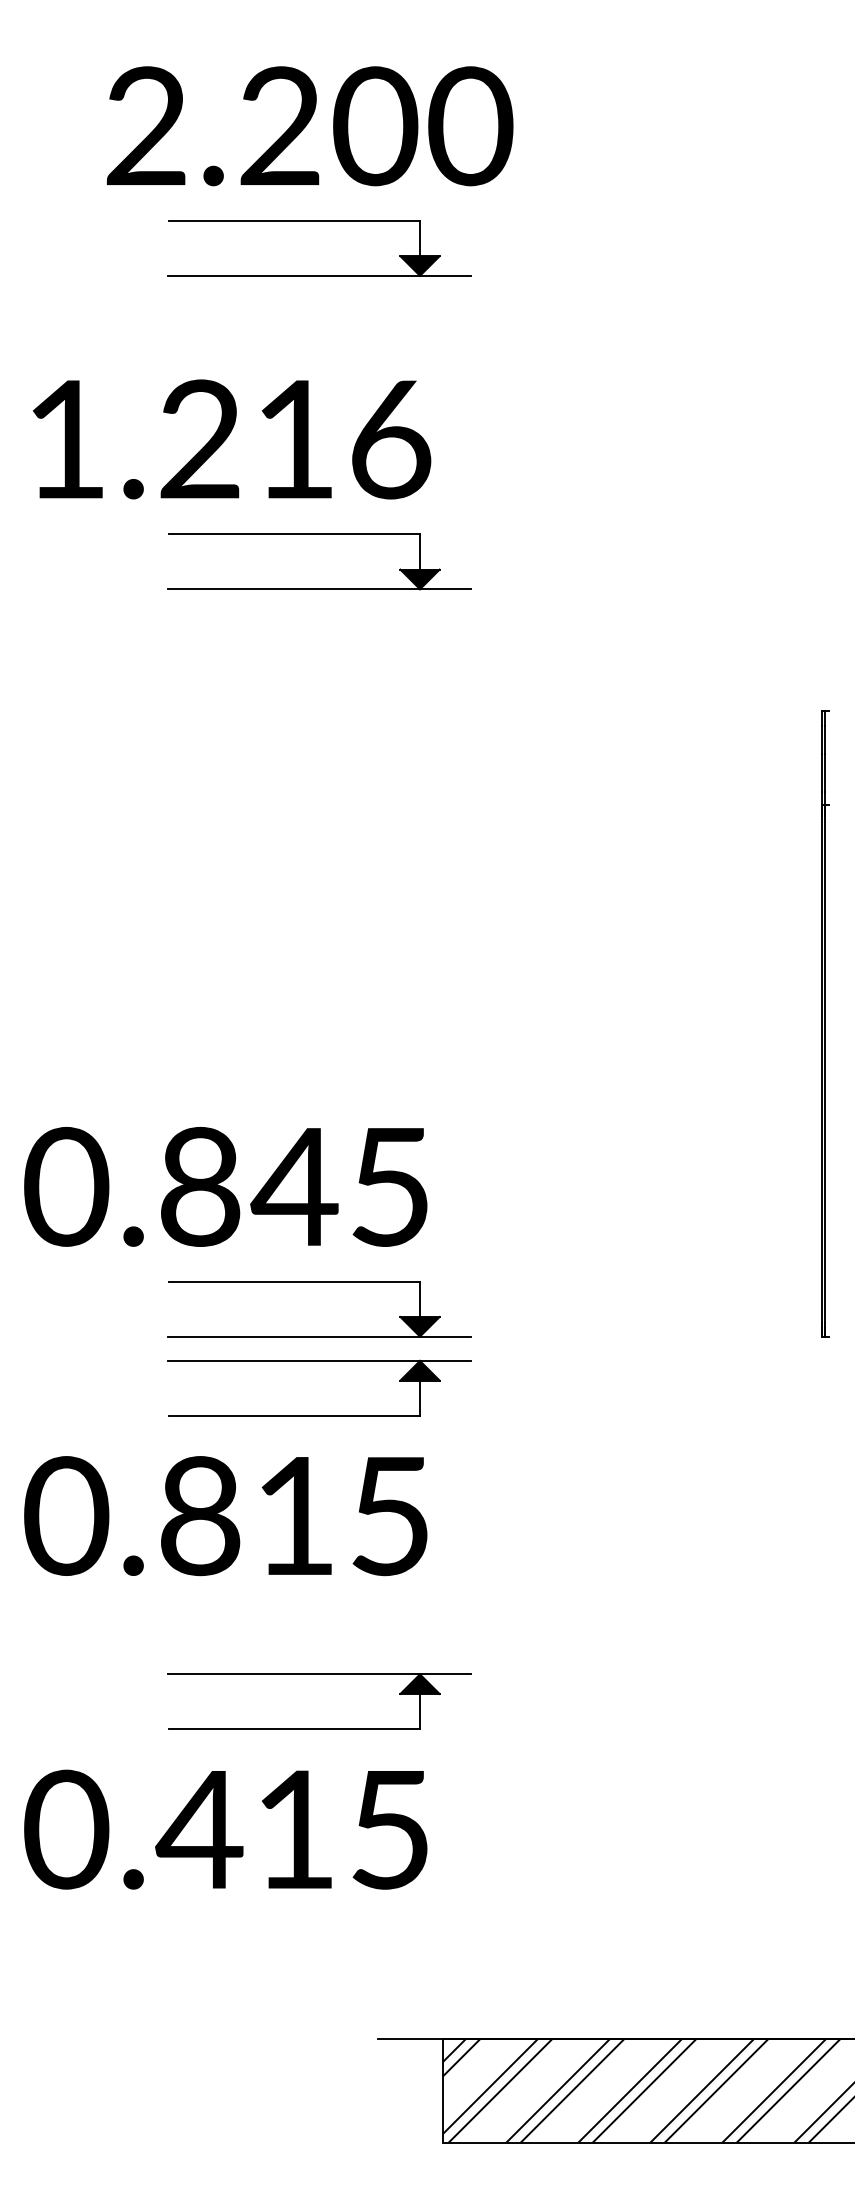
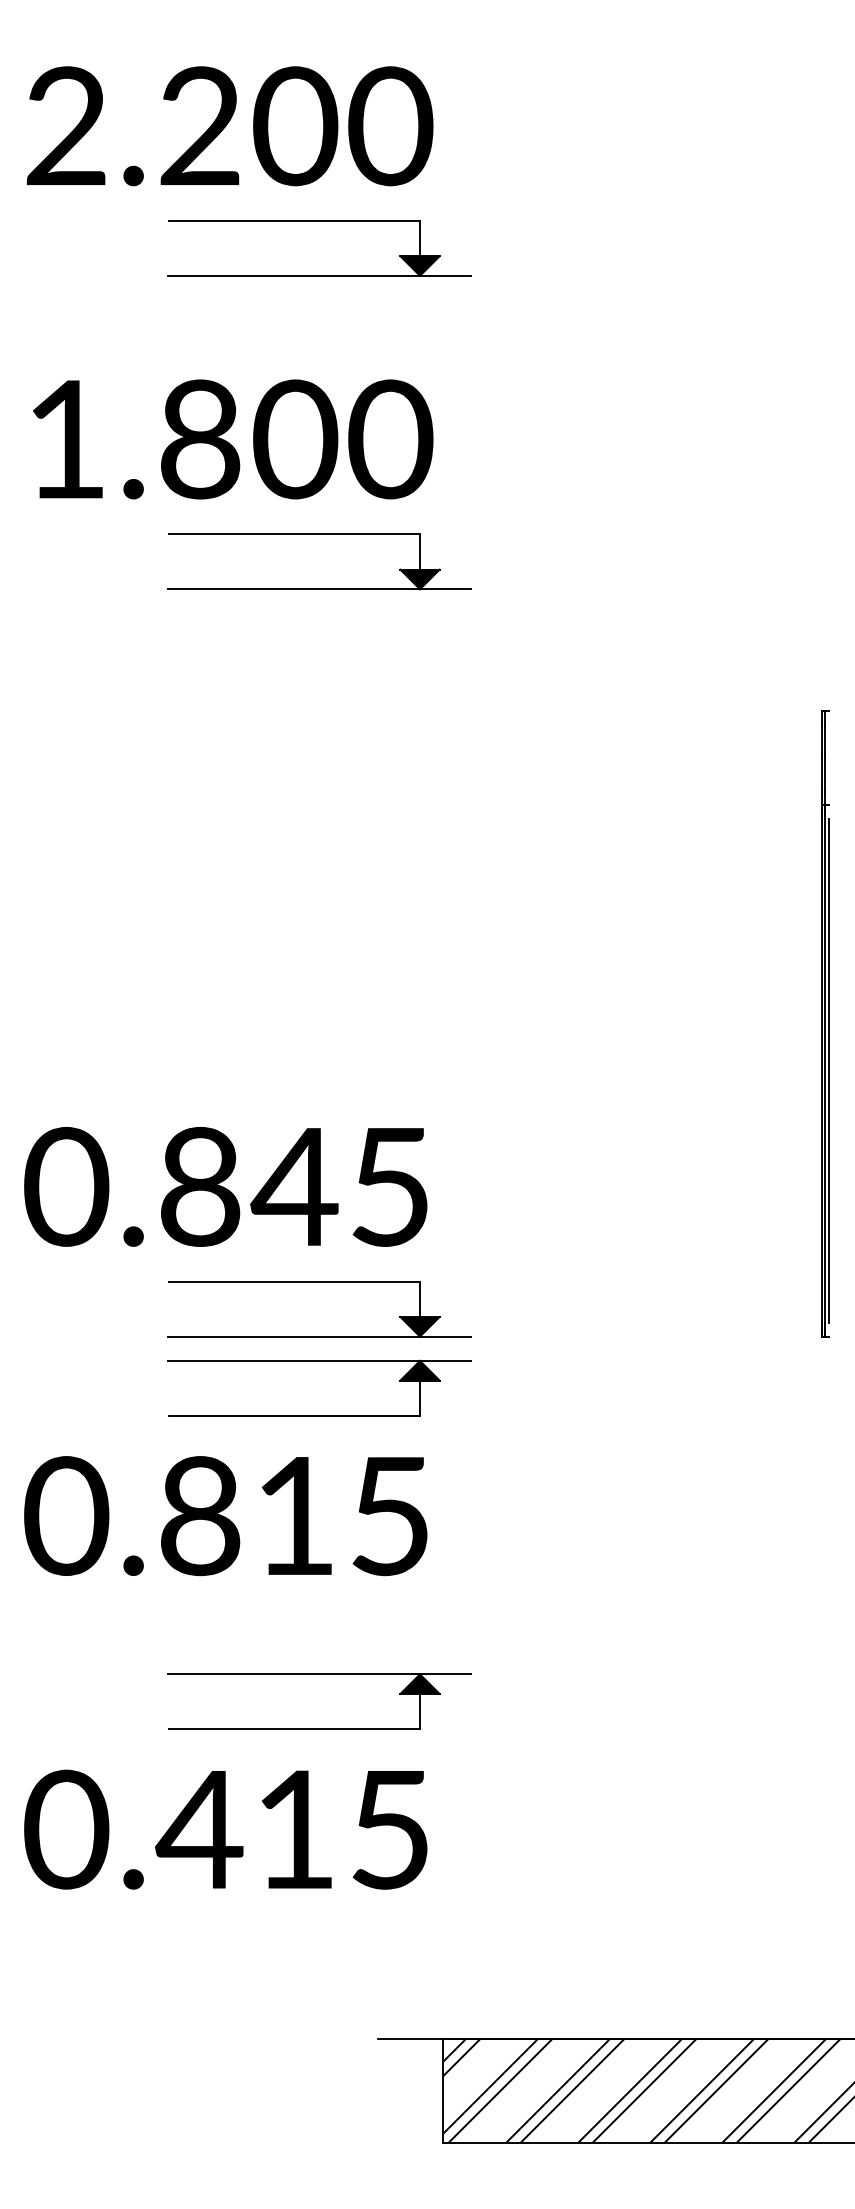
text at (310, 126) position: (310, 126) -> (230, 126)
text at (296, 439): 1.216 -> 1.800
line at (829, 1070): none -> present
